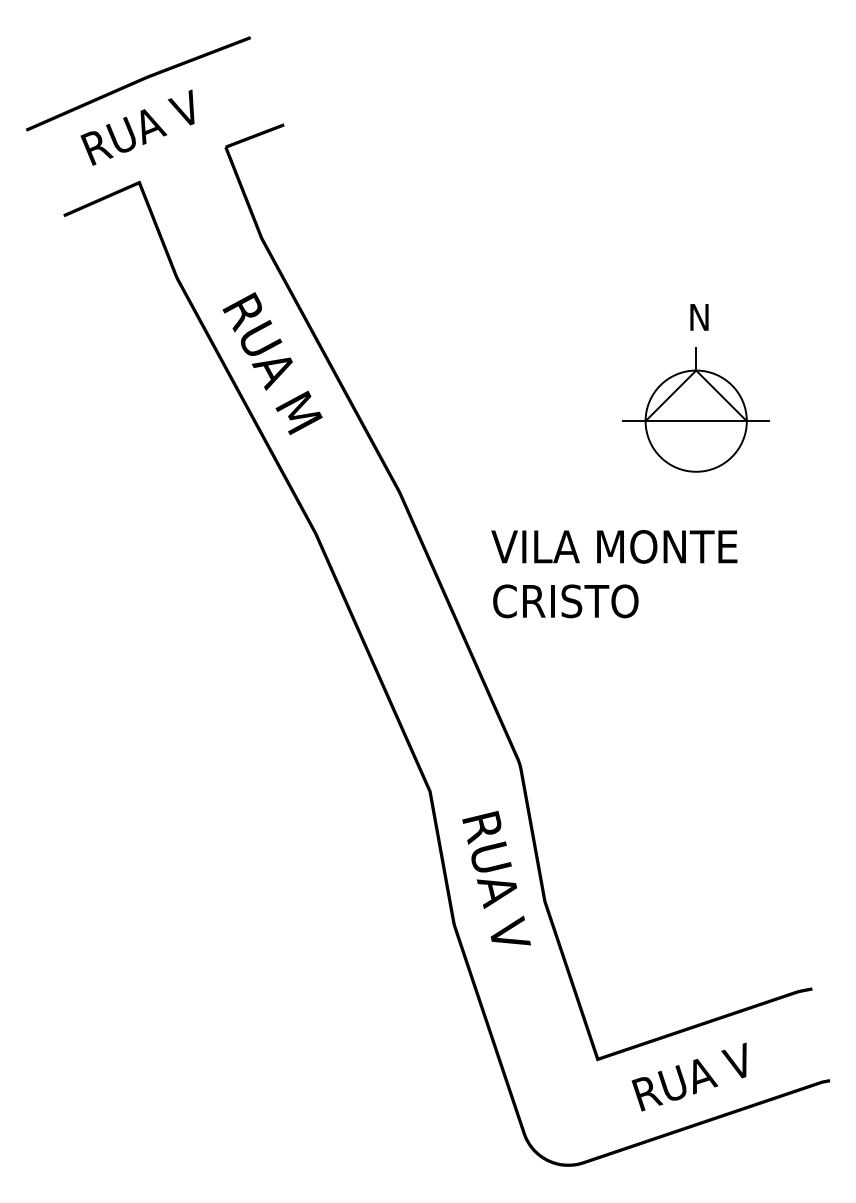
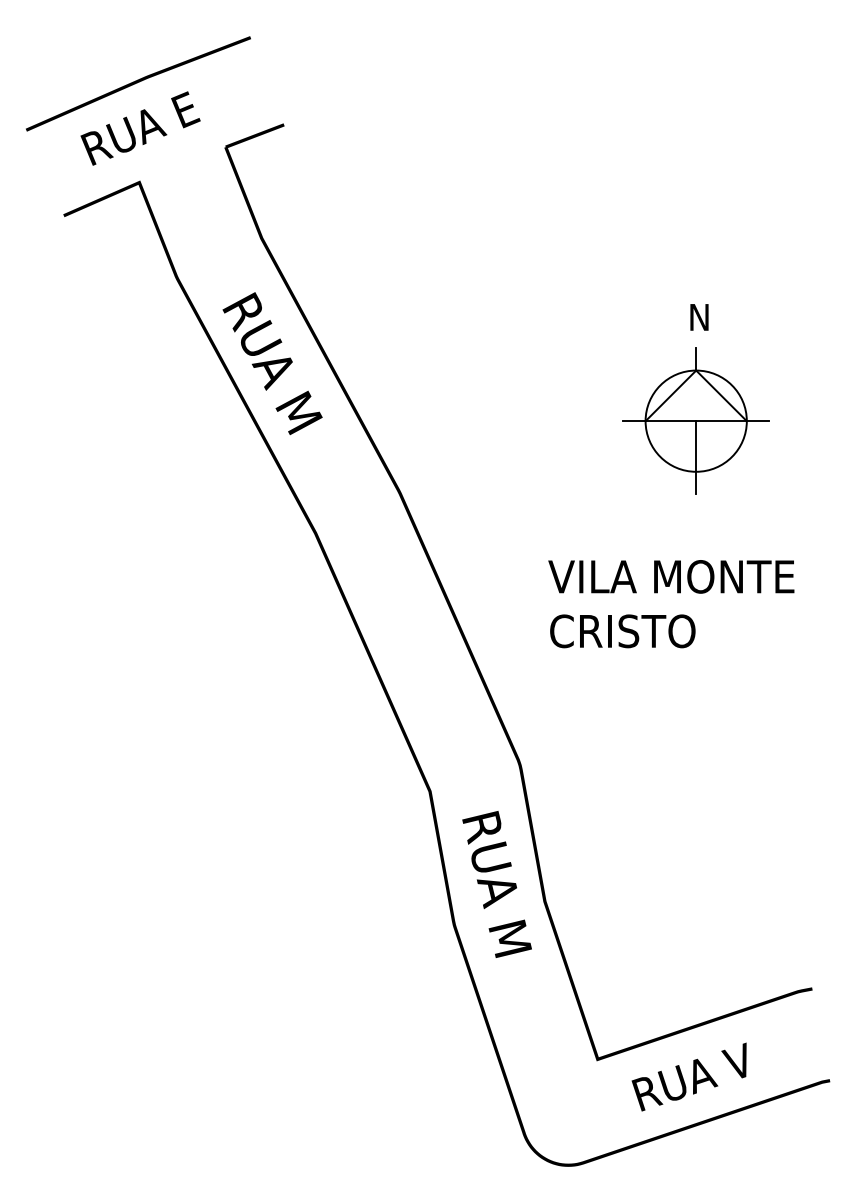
text at (183, 108): RUA V -> RUA E
line at (696, 457): none -> present
text at (614, 574) position: (614, 574) -> (671, 604)
text at (509, 936): RUA V -> RUA M
